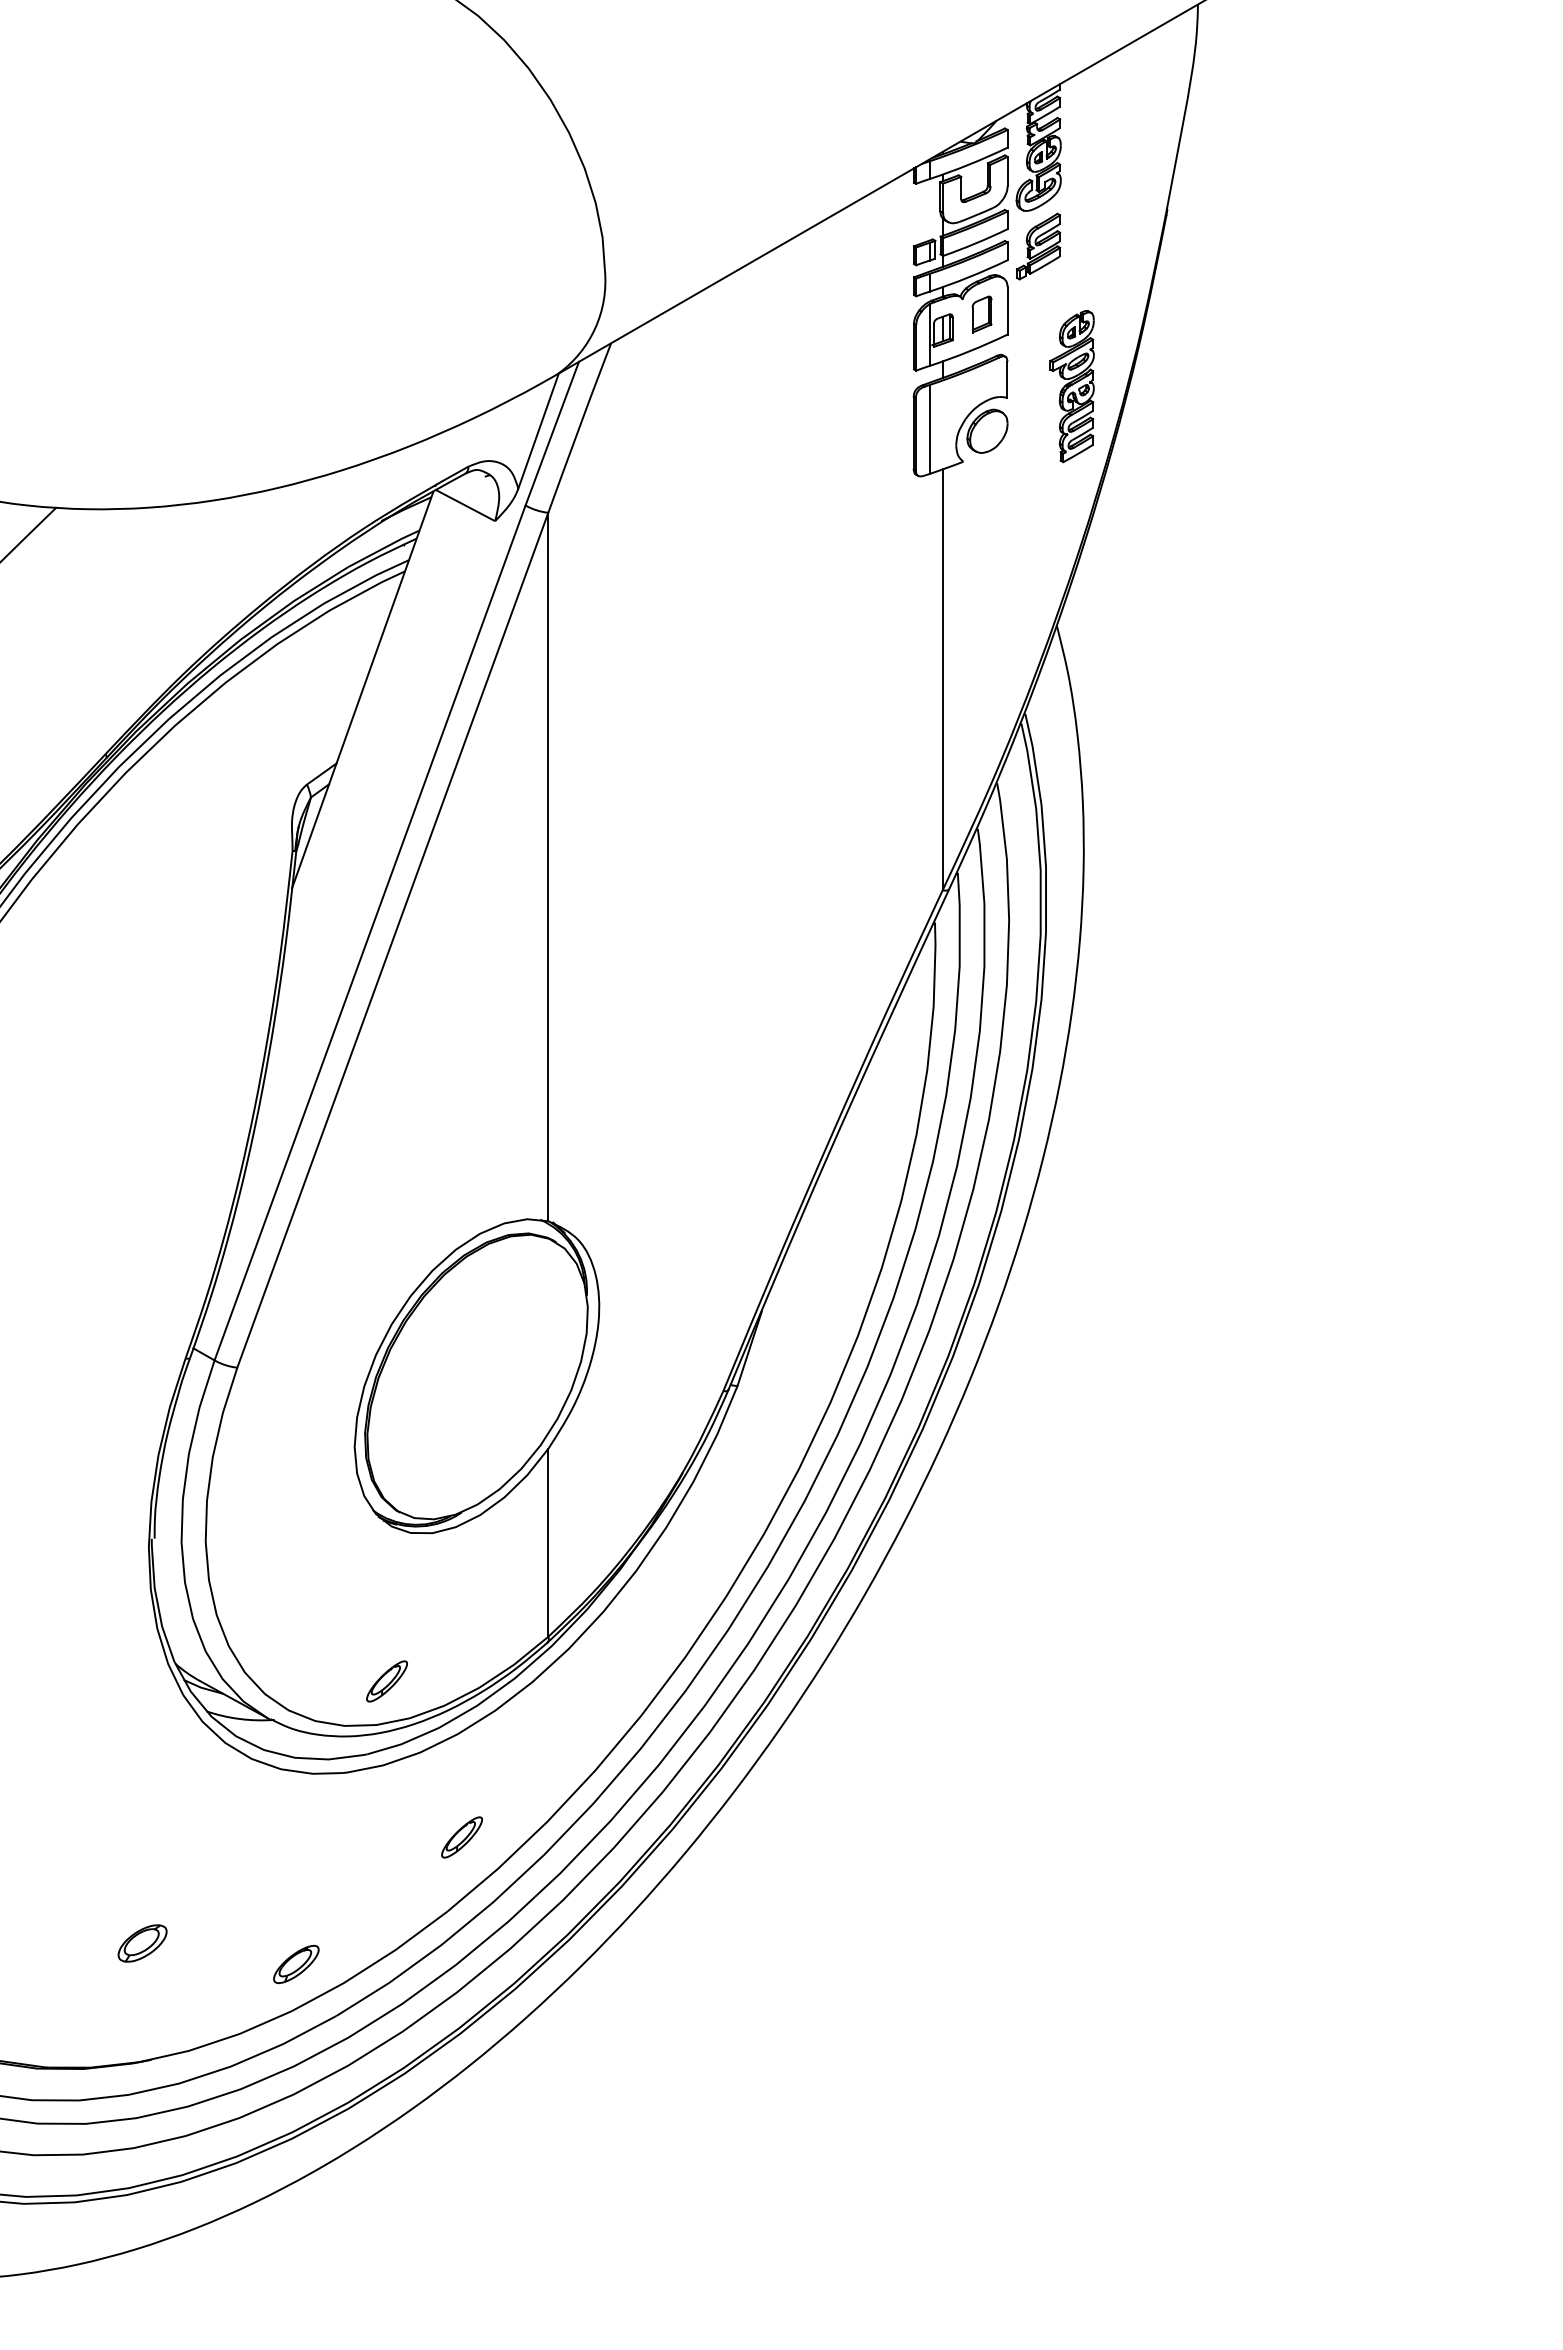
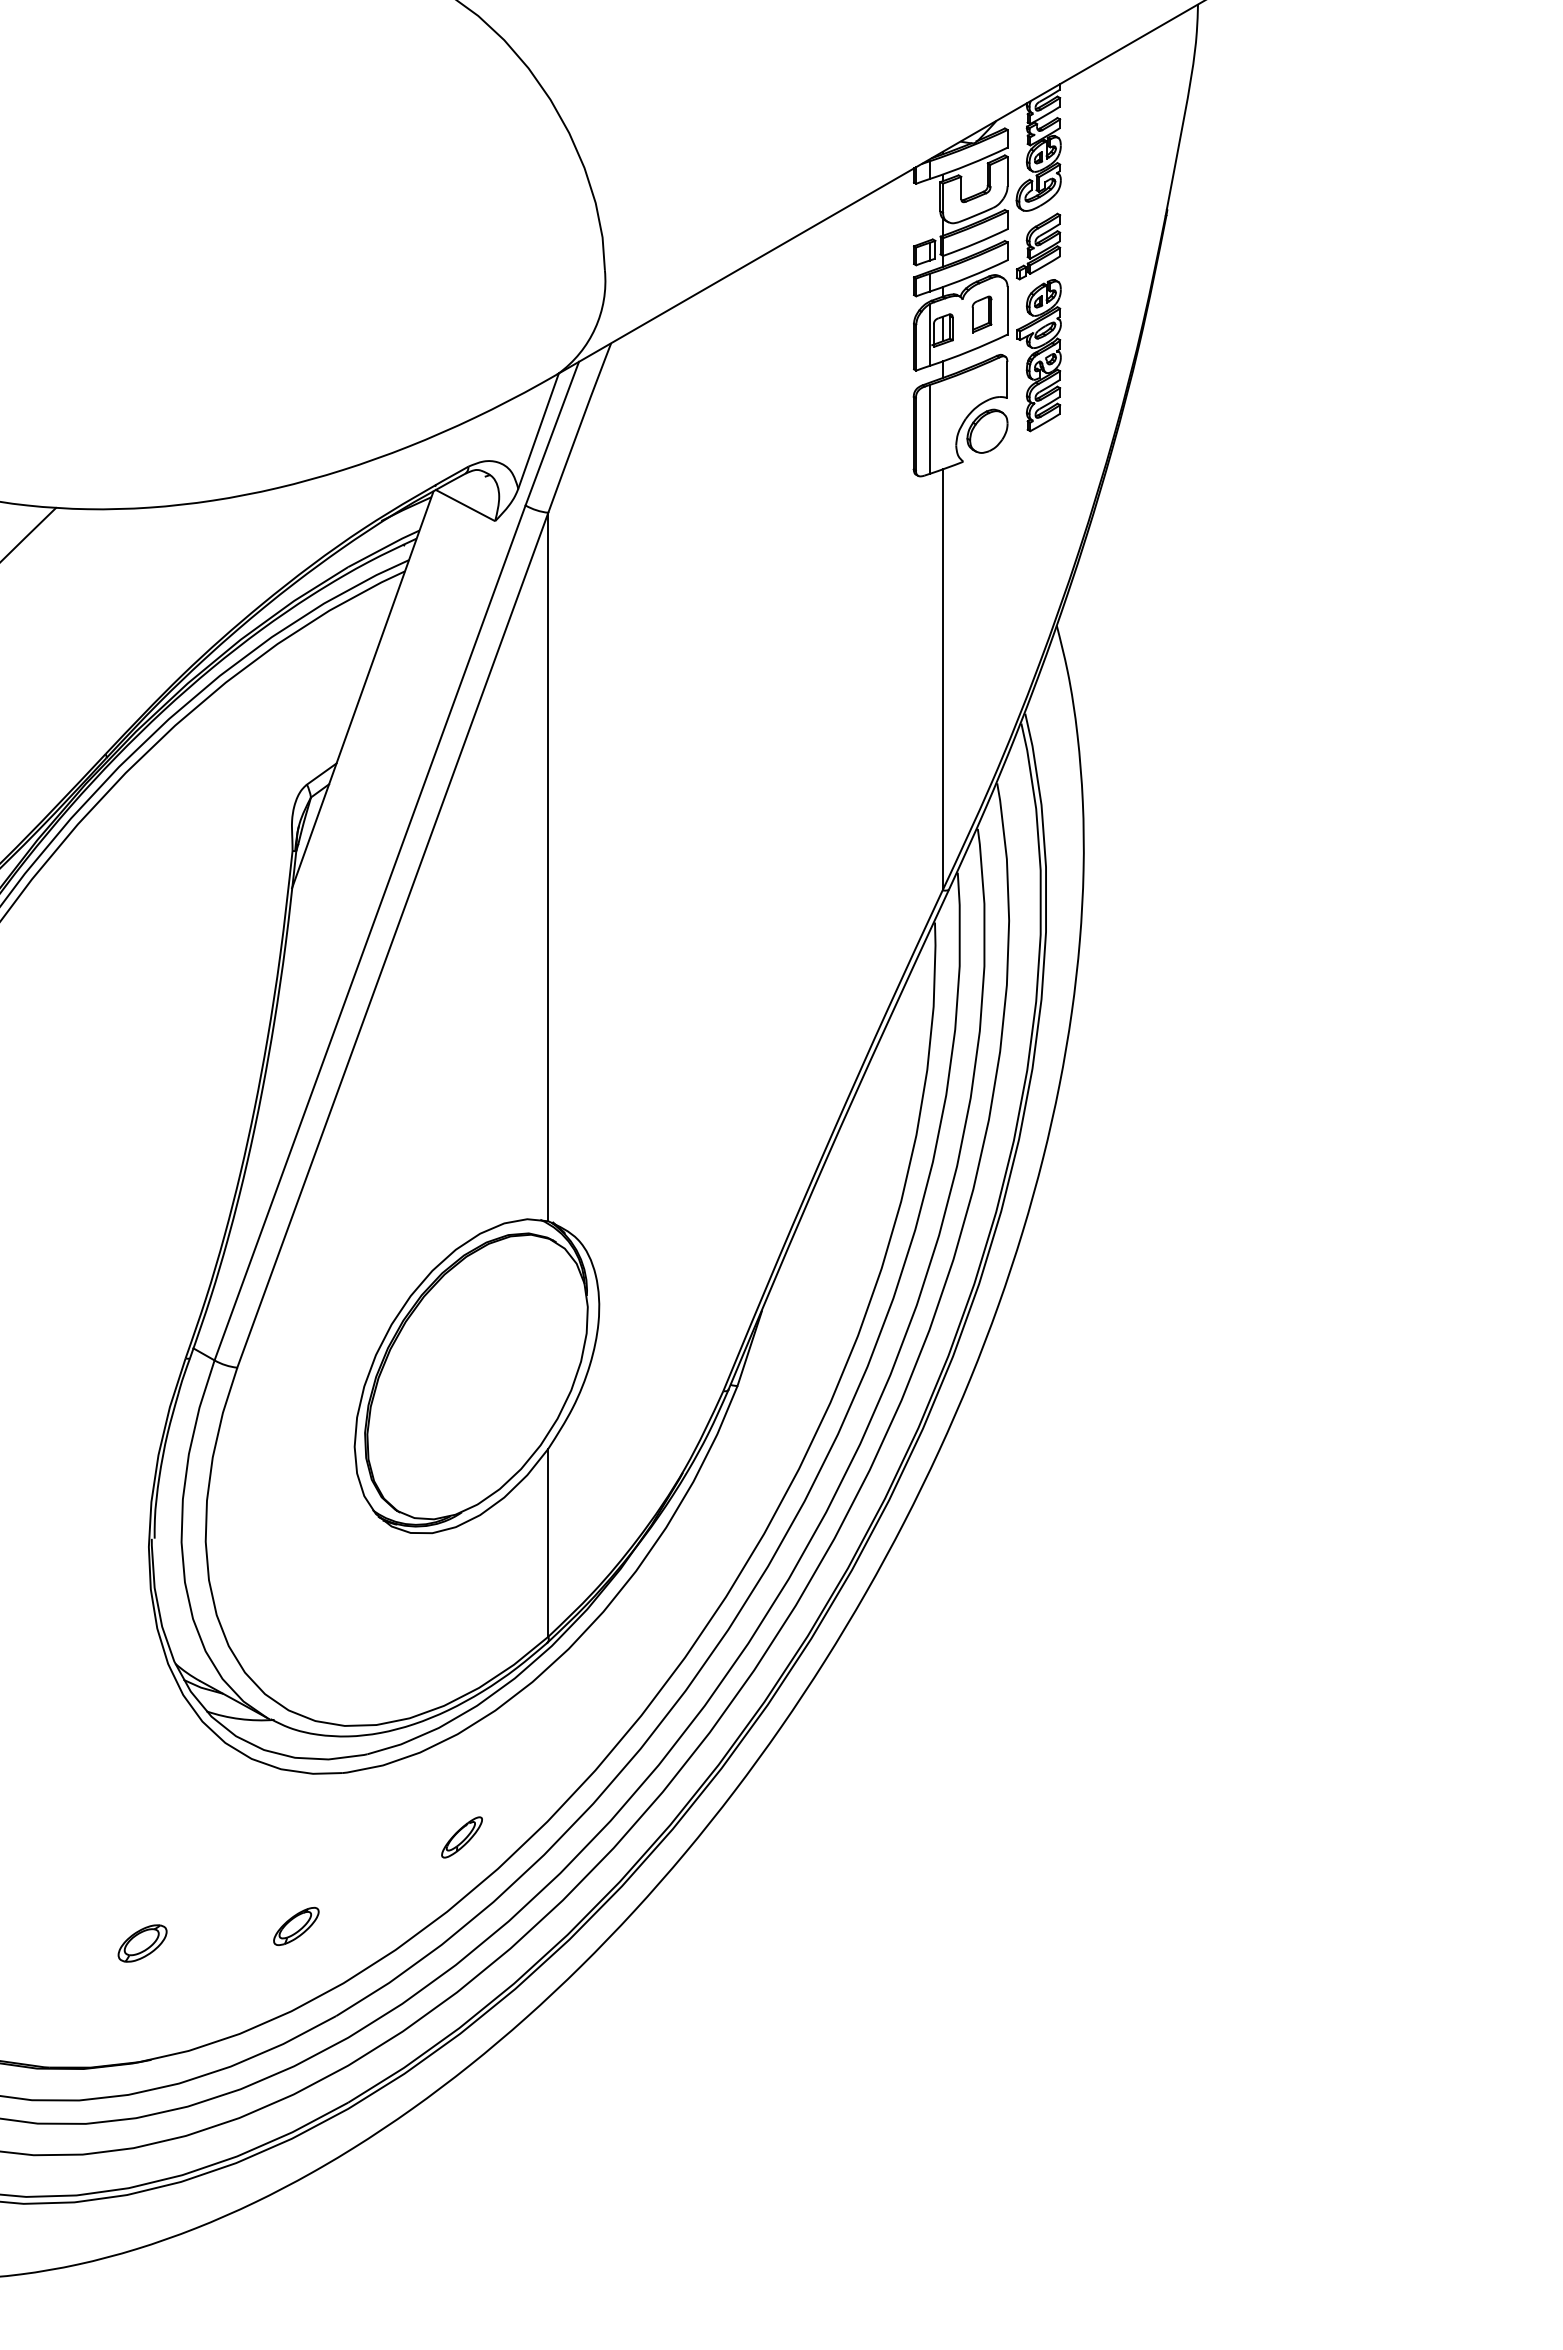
part at (1071, 386) position: (1071, 386) -> (1038, 355)
part at (386, 1681): present -> none
part at (296, 1963) position: (296, 1963) -> (296, 1925)
